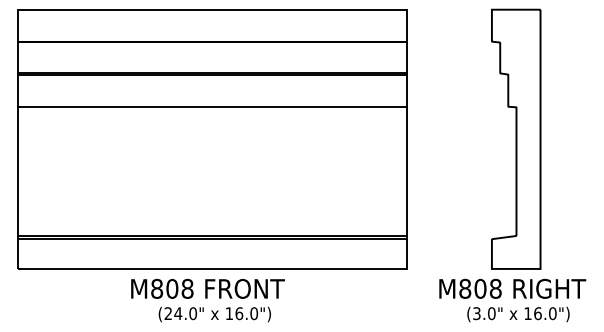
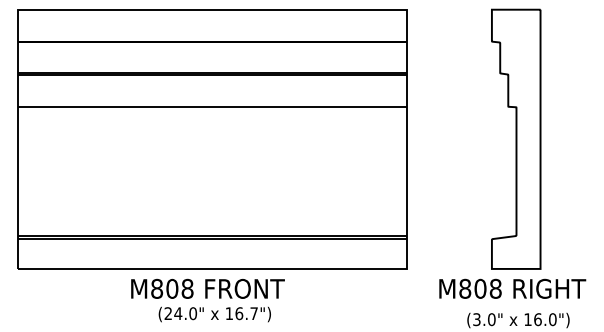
text at (254, 313): 16.0") -> 16.7")
text at (518, 314) position: (518, 314) -> (518, 320)
